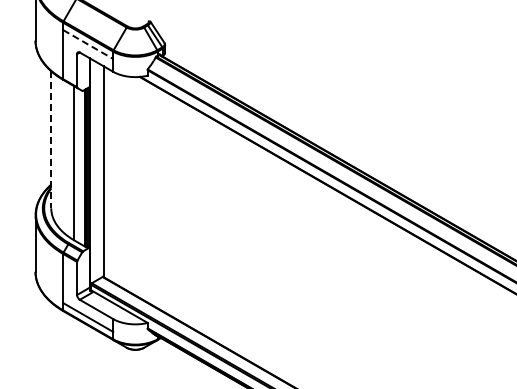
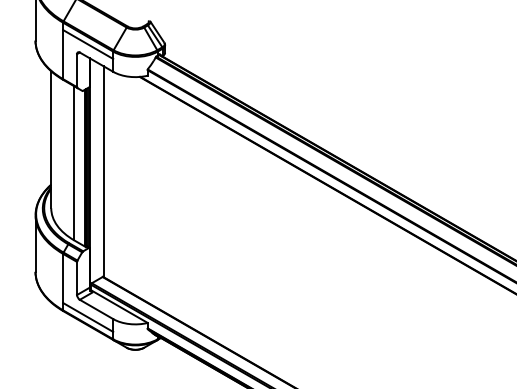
line at (88, 44): dashed -> solid
line at (51, 140): dashed -> solid
